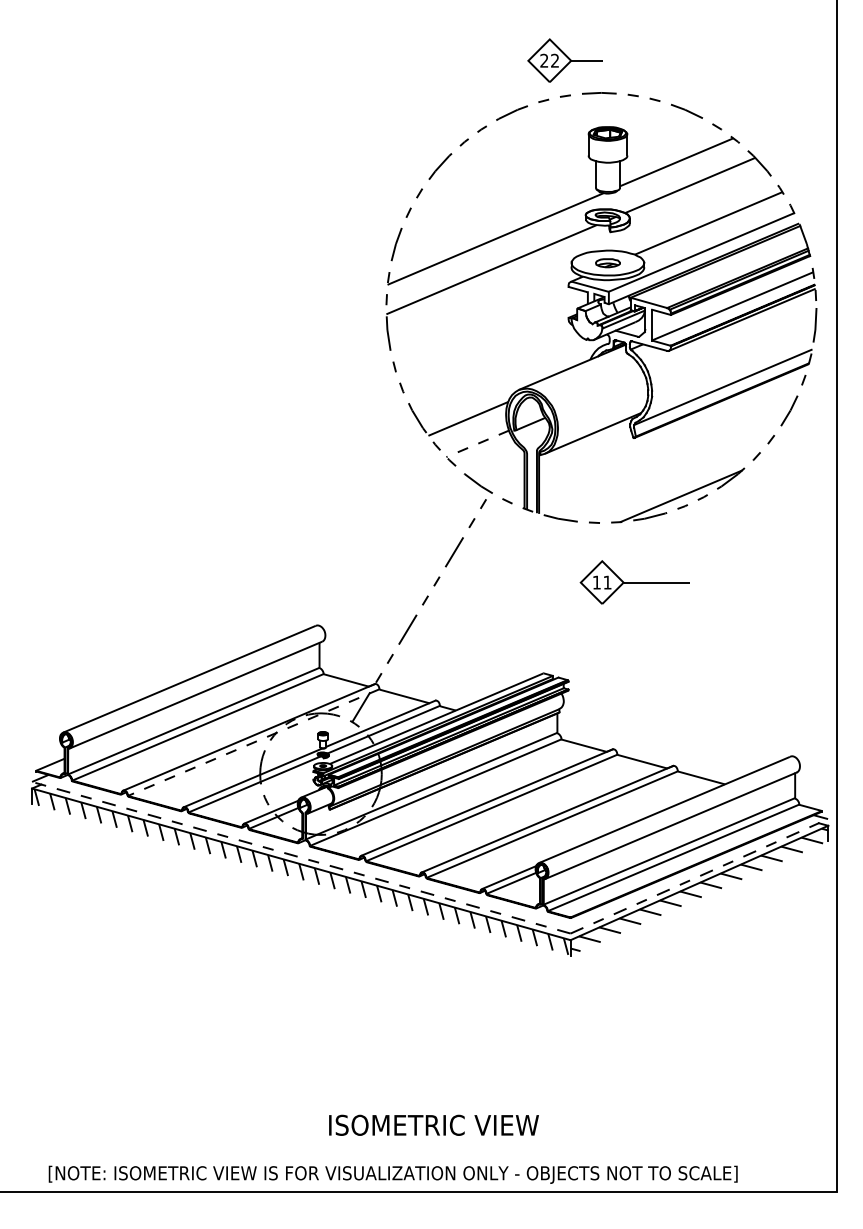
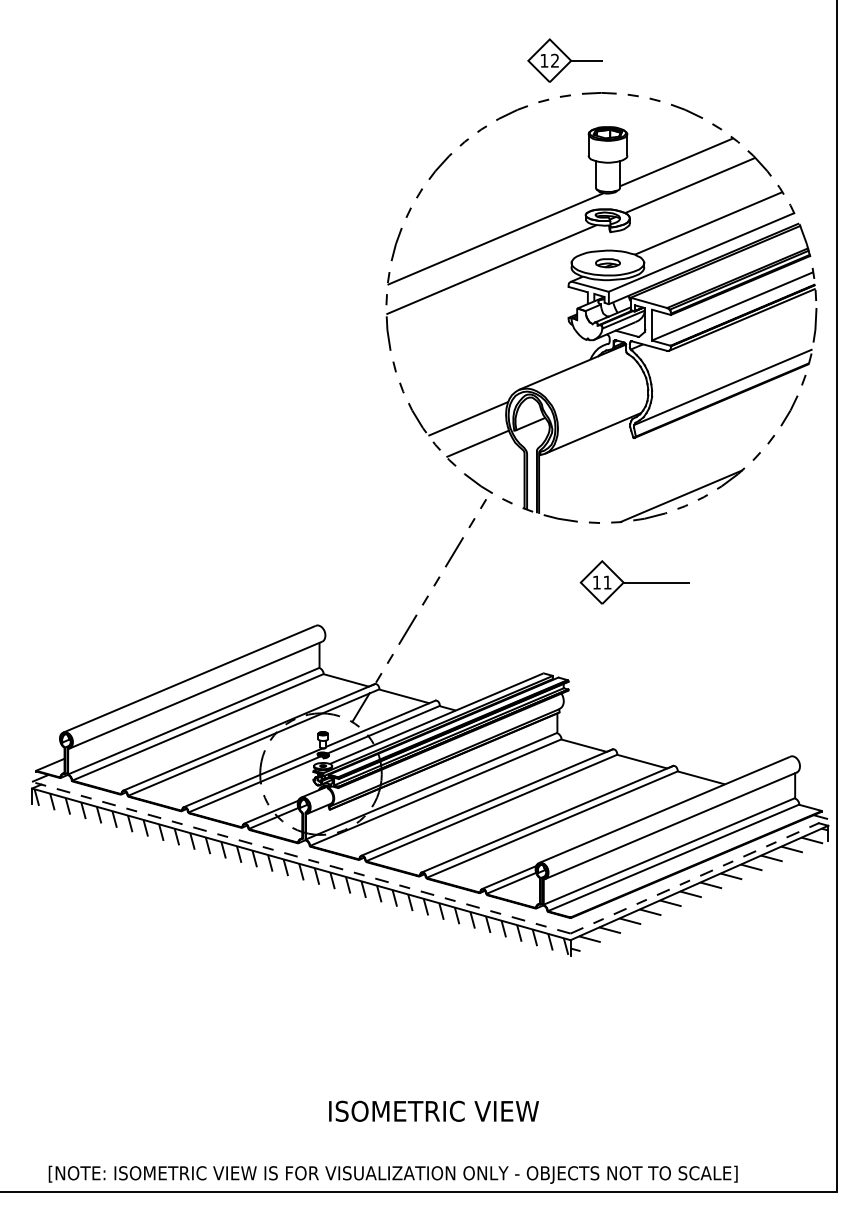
text at (544, 60): 22 -> 12
line at (477, 443): dashed -> solid
line at (253, 742): dashed -> solid
text at (433, 1124) position: (433, 1124) -> (433, 1110)
